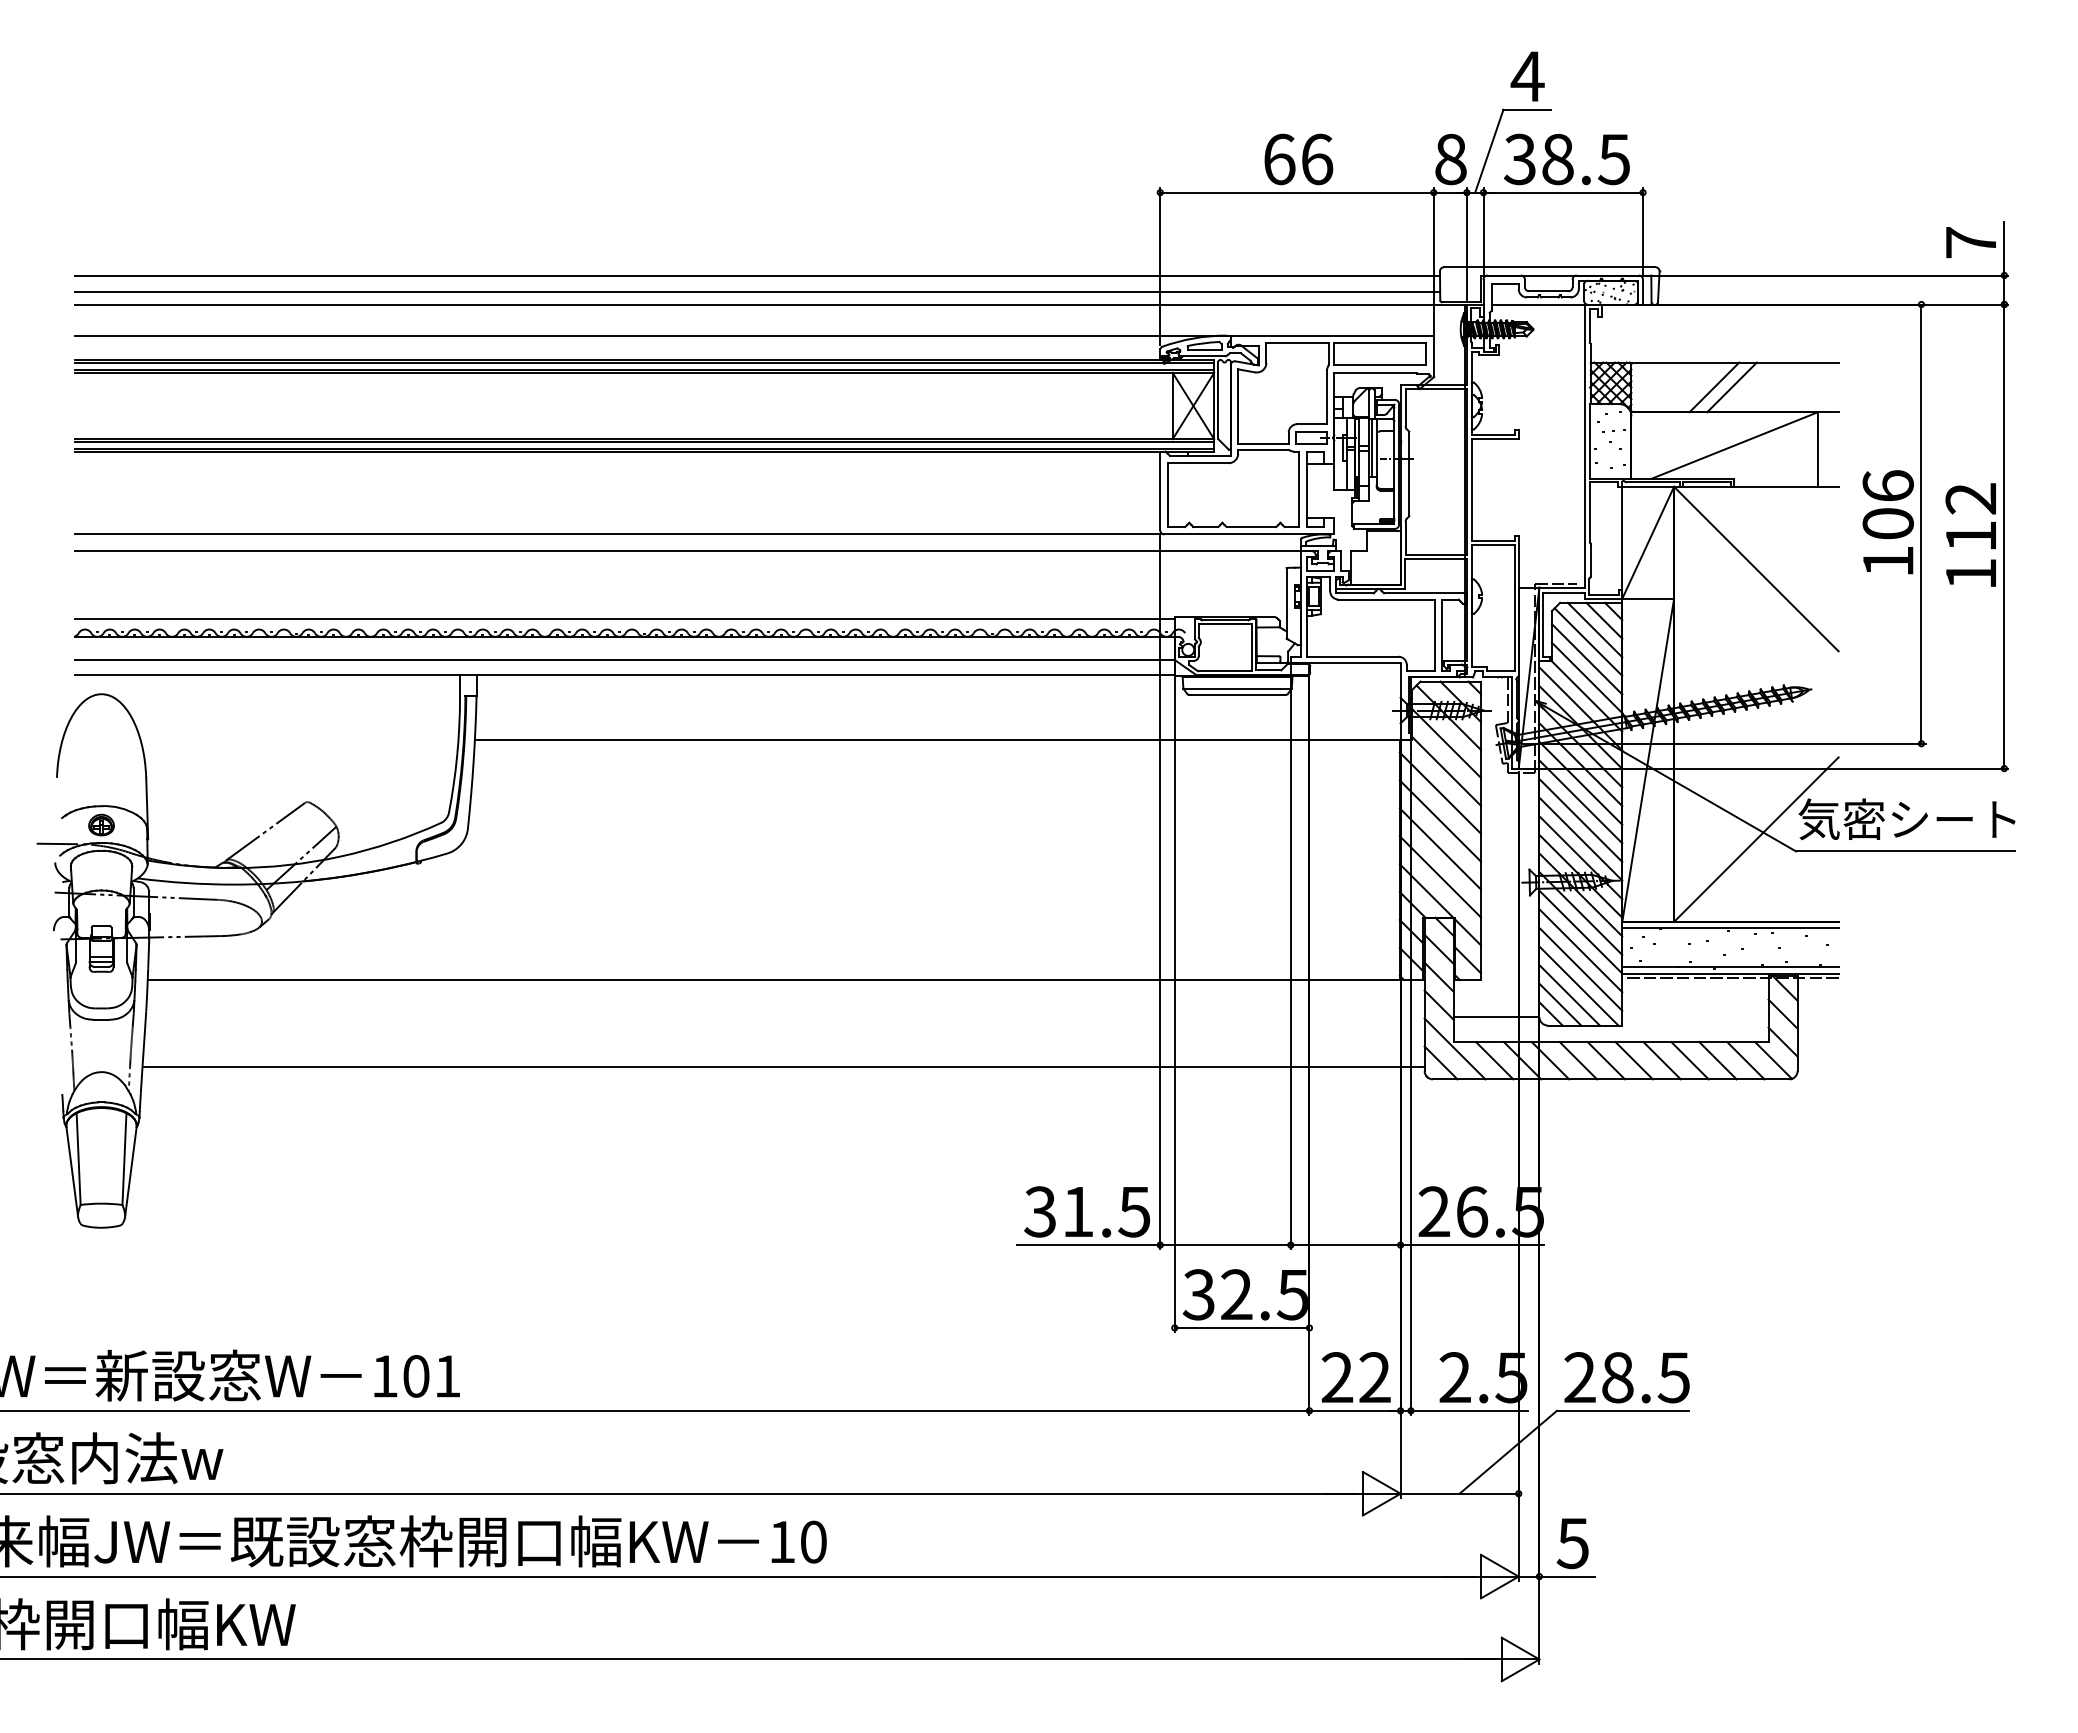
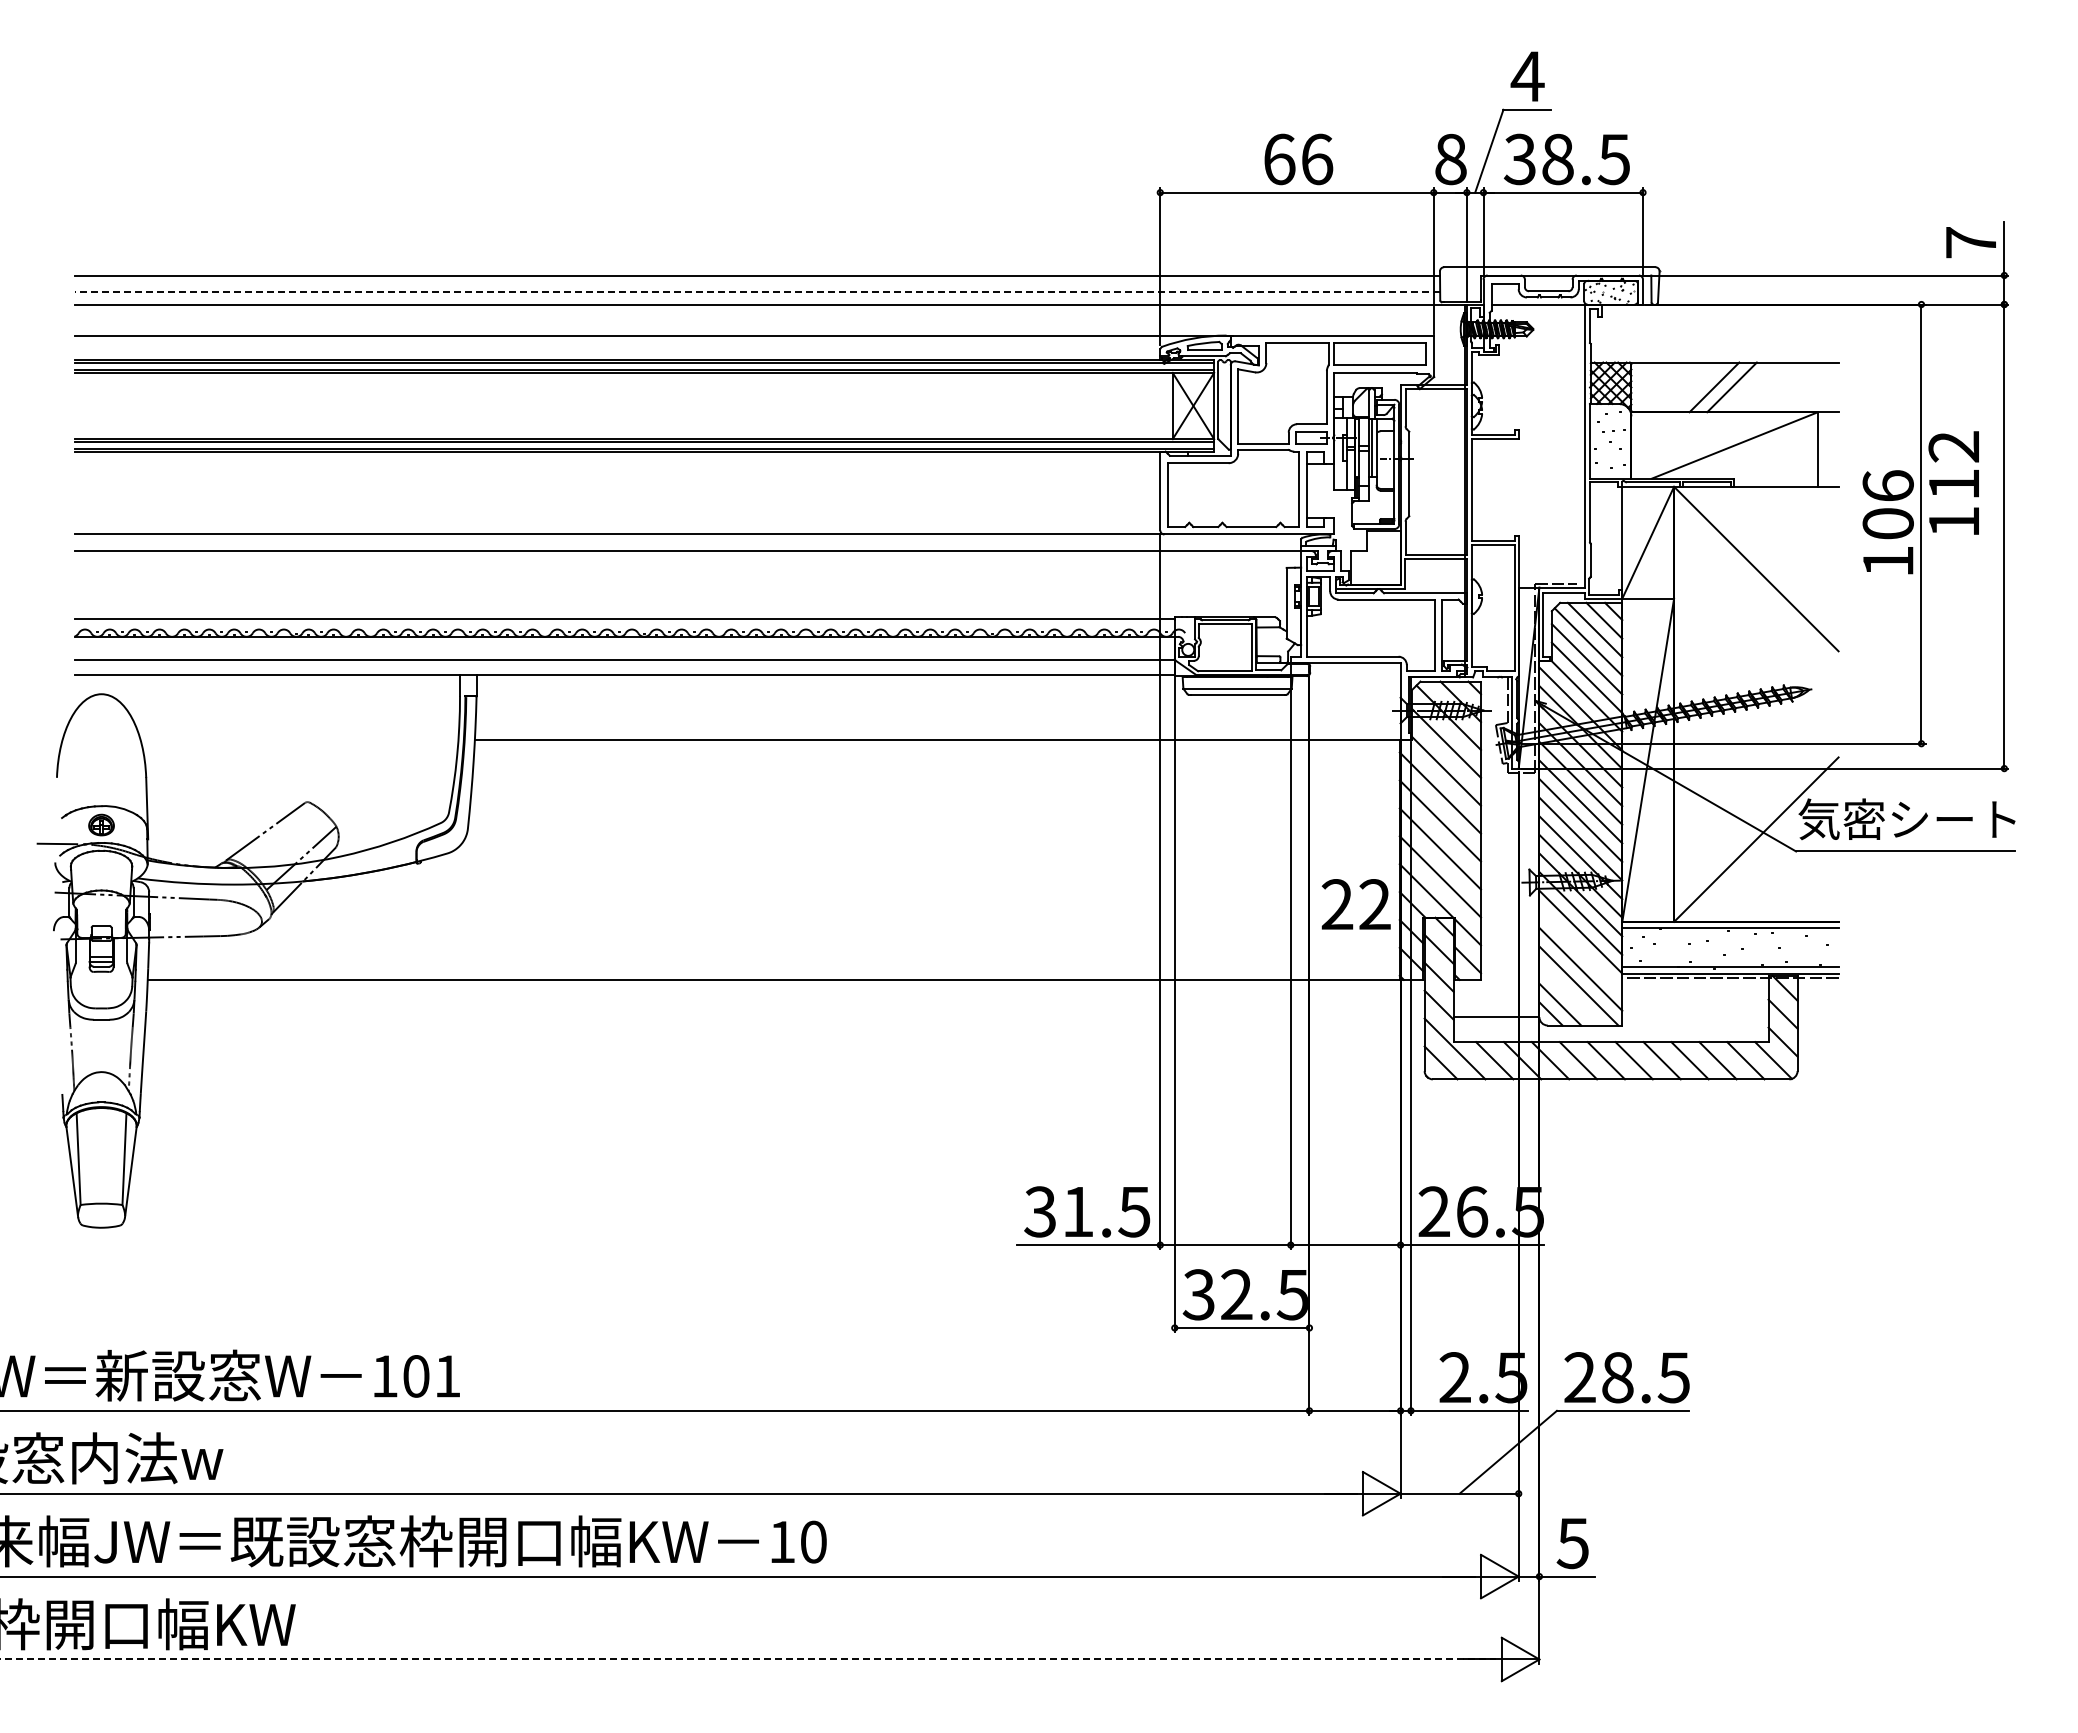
line at (757, 292): solid -> dashed
text at (1970, 534) position: (1970, 534) -> (1953, 482)
line at (1580, 950): present -> none
line at (1569, 995): present -> none
line at (783, 1066): present -> none
text at (1355, 1377) position: (1355, 1377) -> (1355, 904)
line at (748, 1659): solid -> dashed
